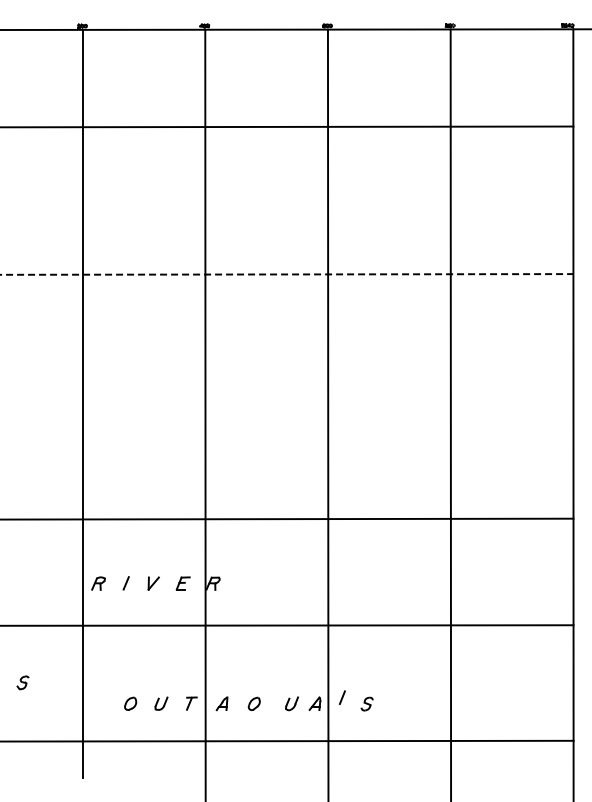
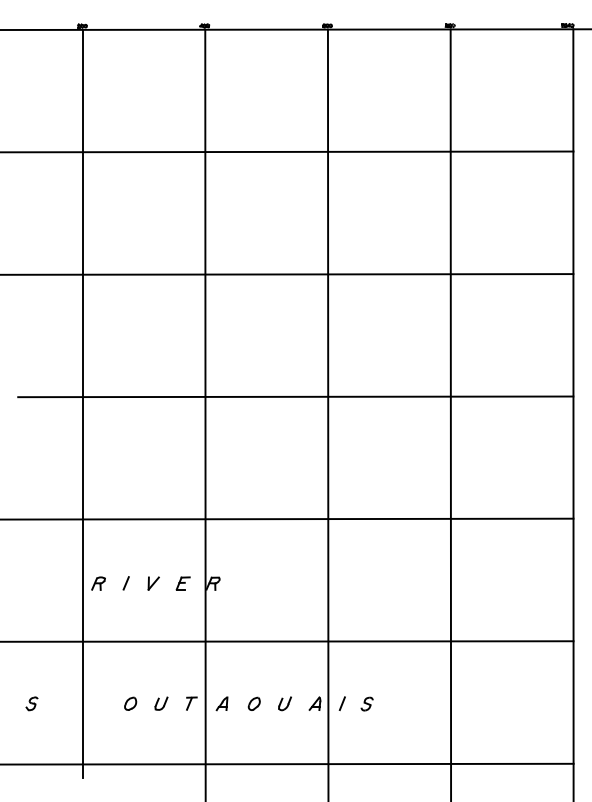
line at (287, 126) position: (287, 126) -> (287, 151)
line at (287, 274): dashed -> solid
line at (295, 396): none -> present
line at (287, 625) position: (287, 625) -> (287, 641)
part at (22, 682) position: (22, 682) -> (31, 703)
line at (341, 697) position: (341, 697) -> (341, 703)
part at (291, 703) position: (291, 703) -> (284, 703)
line at (287, 740) position: (287, 740) -> (287, 763)
